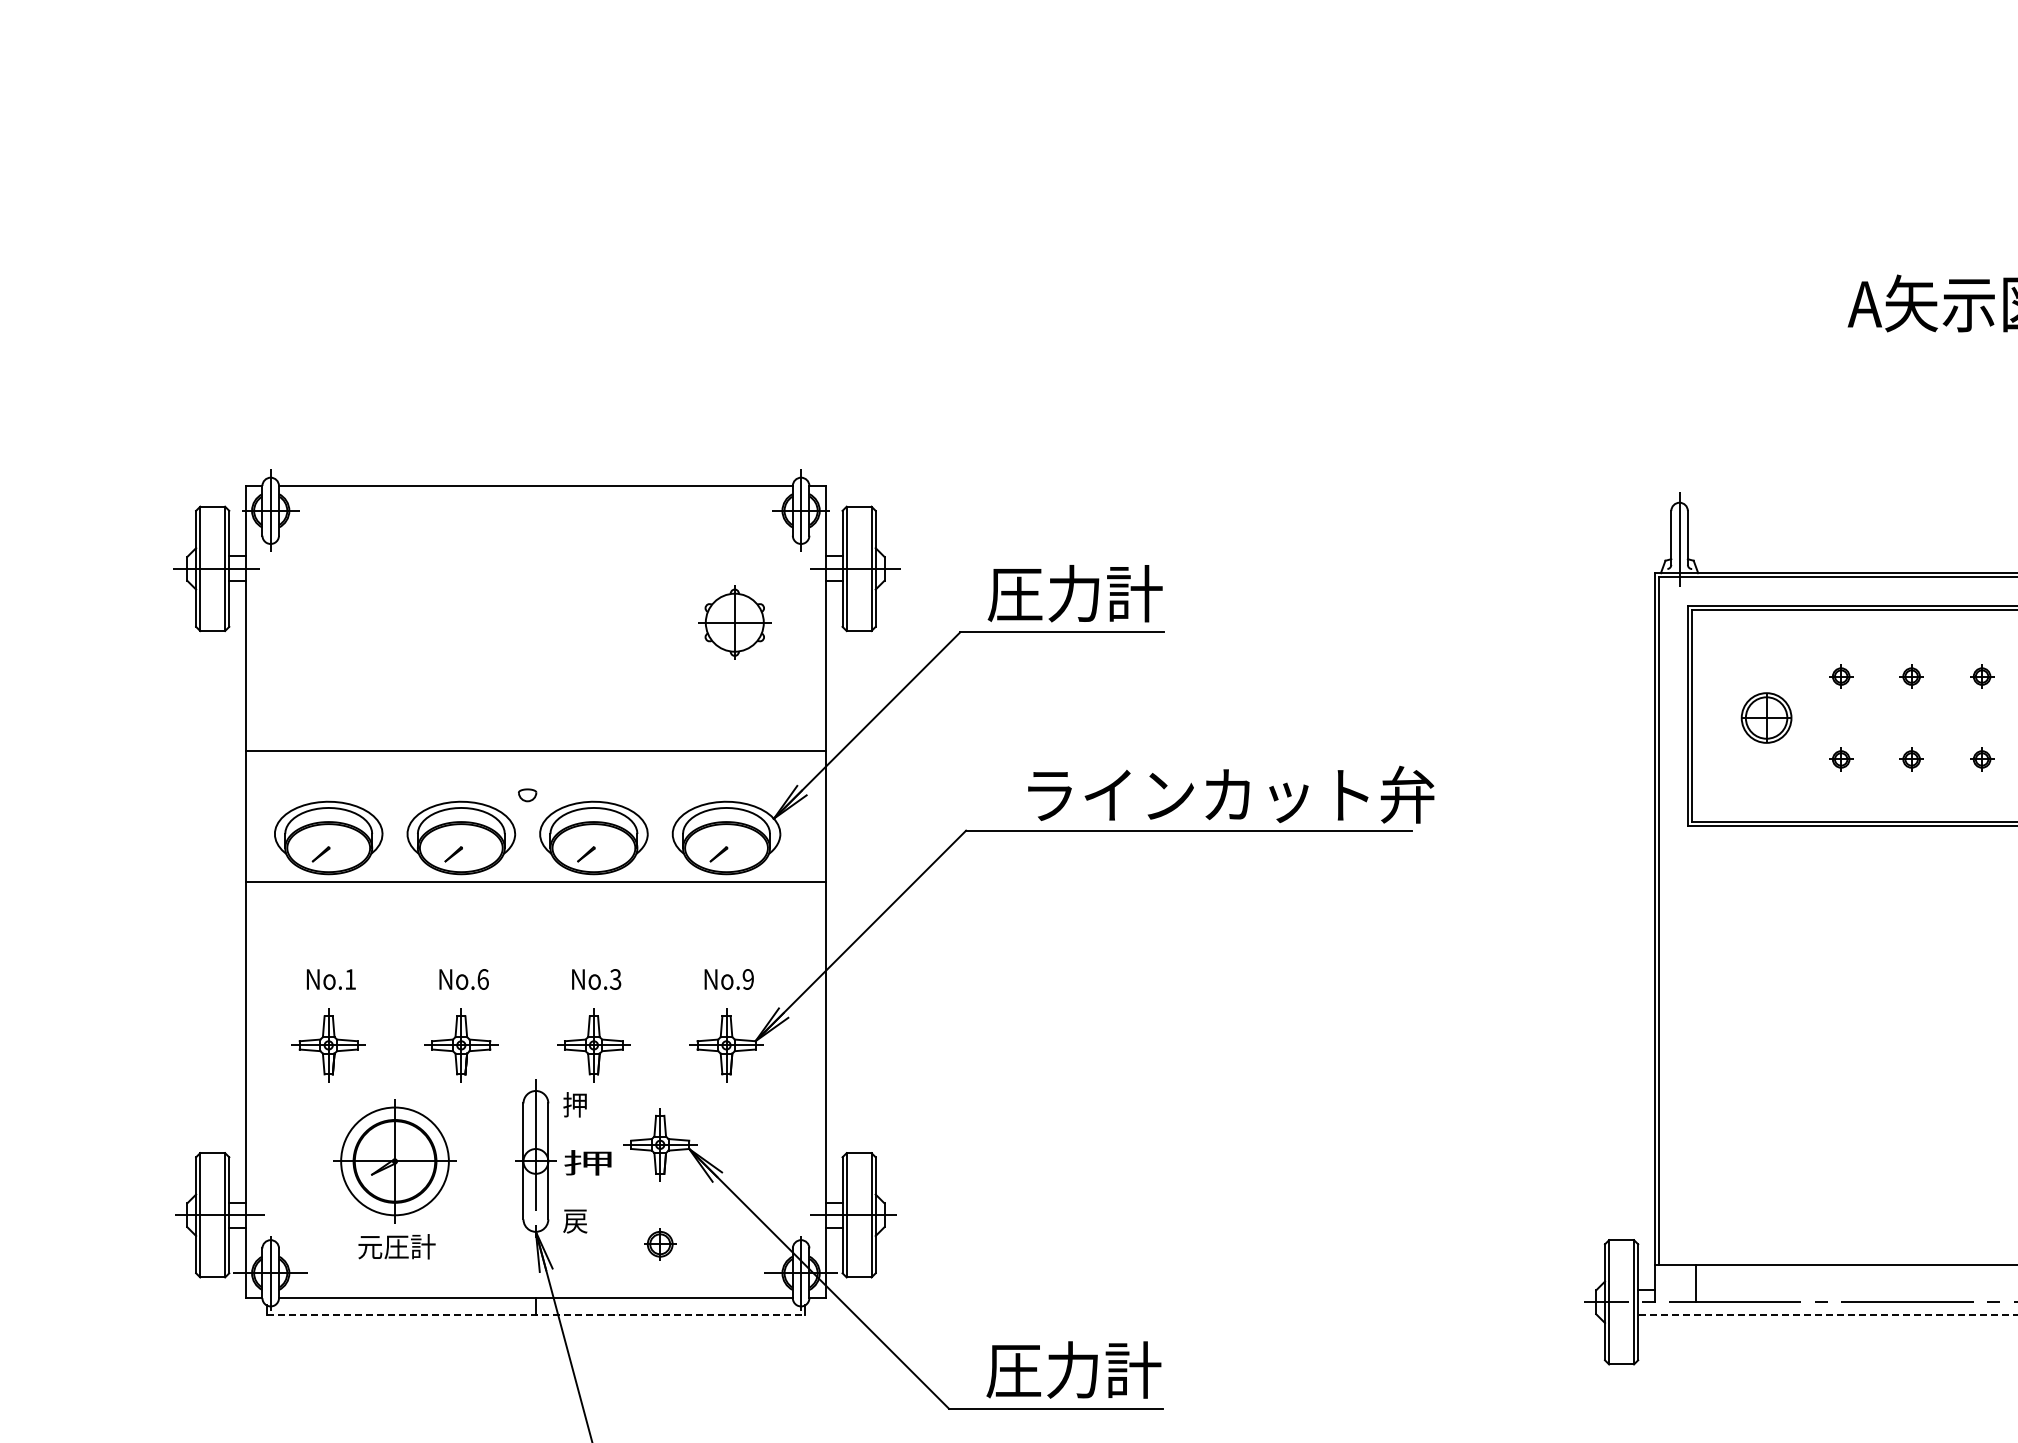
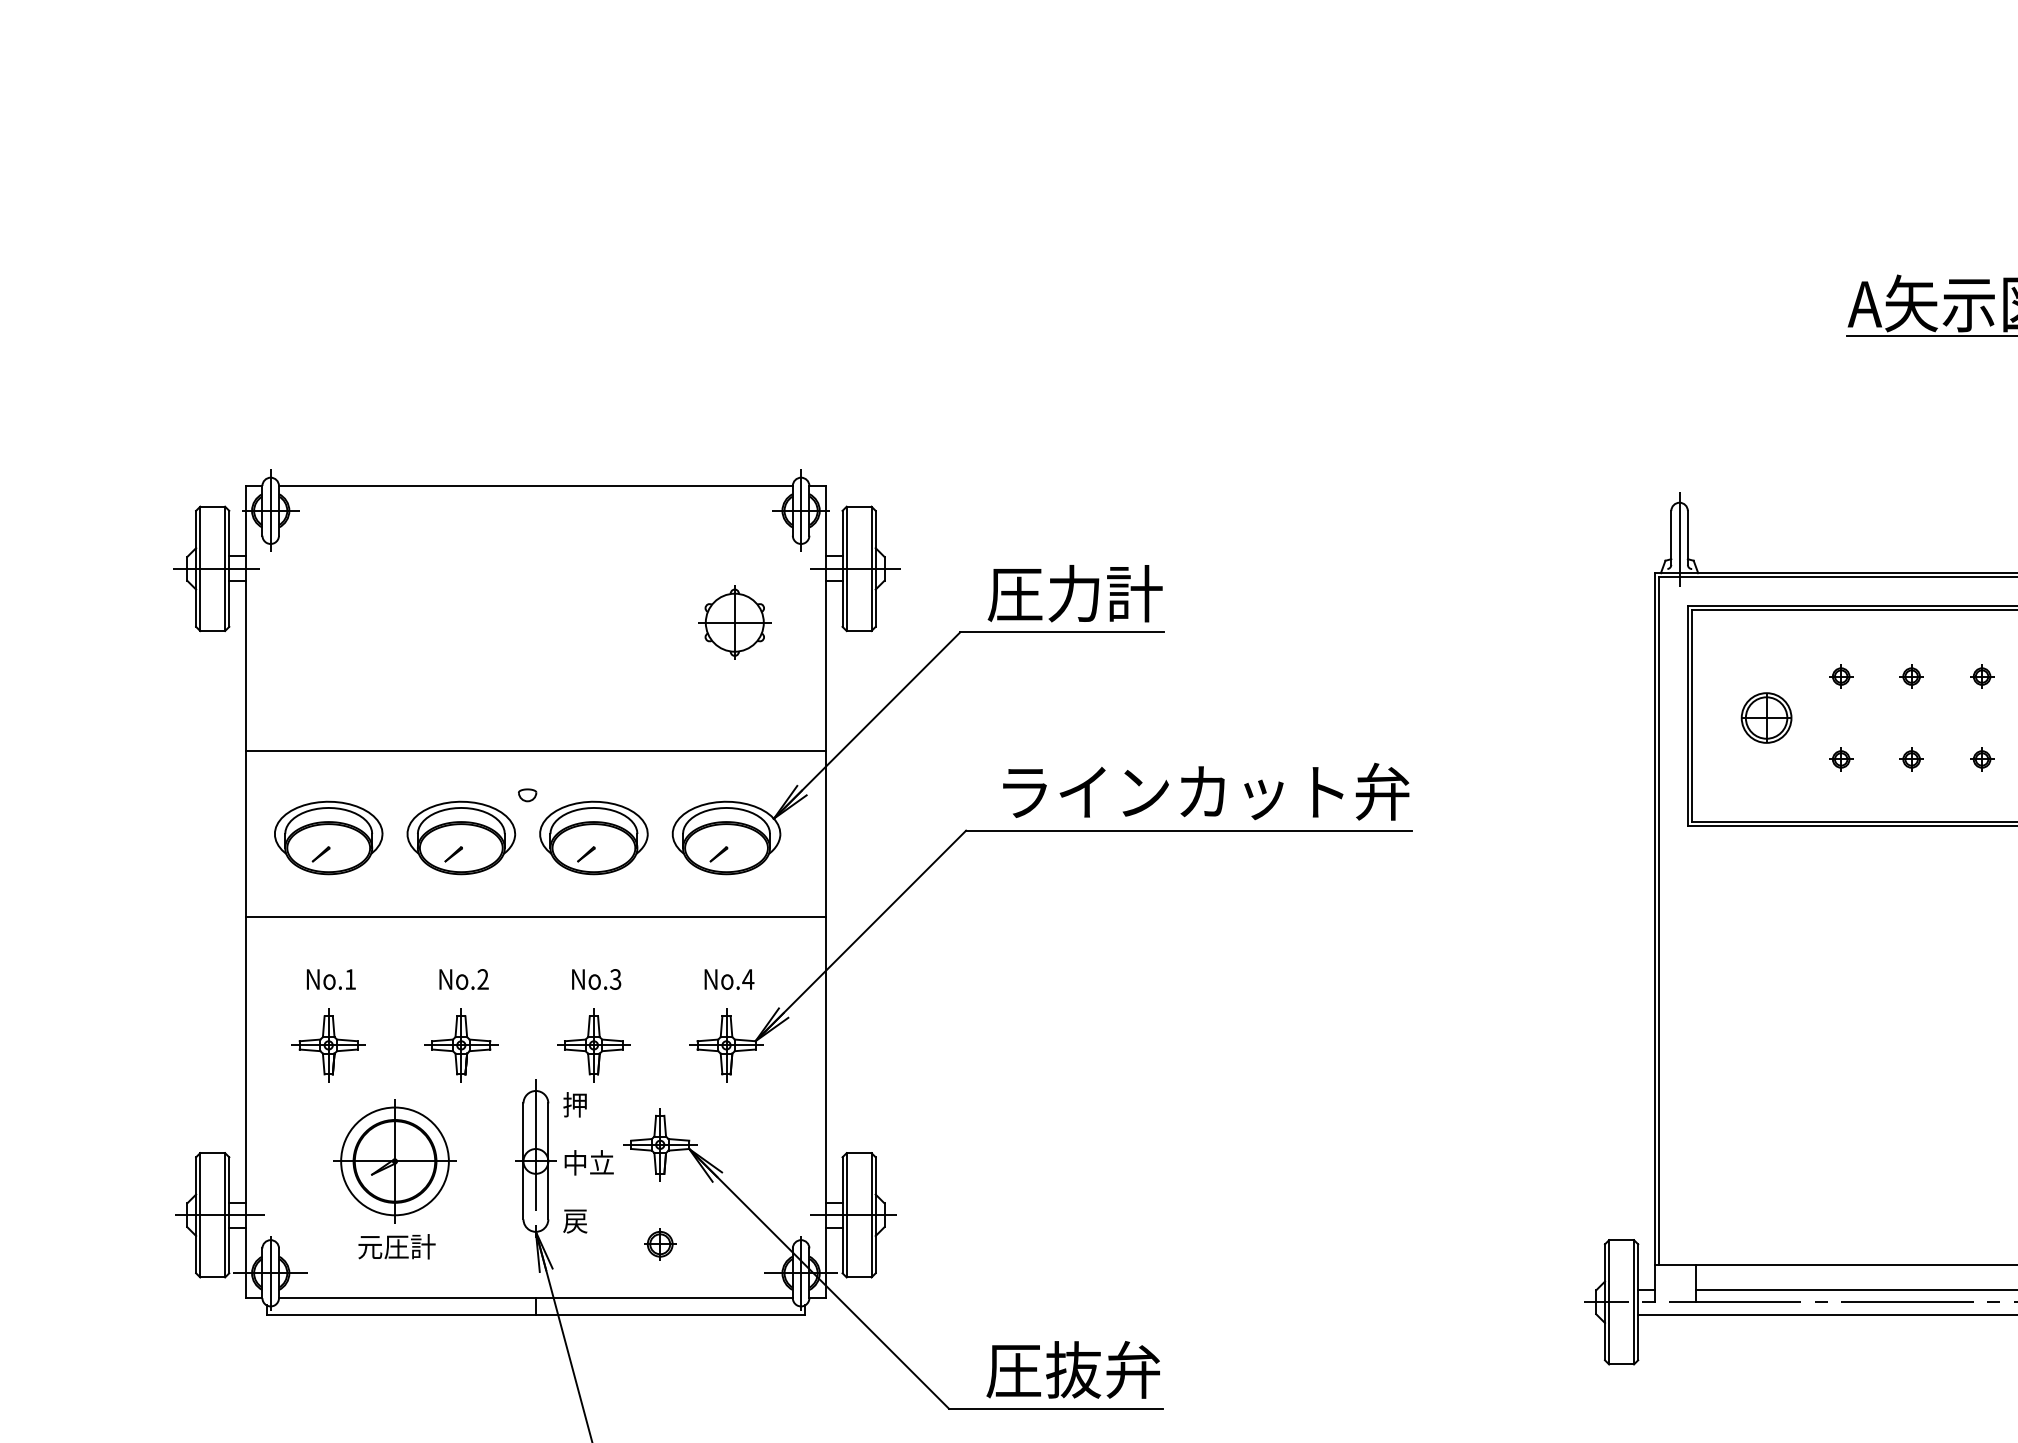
line at (1930, 335): none -> present
text at (1231, 794) position: (1231, 794) -> (1206, 791)
line at (535, 881) position: (535, 881) -> (535, 916)
text at (482, 979): No.6 -> No.2
text at (748, 979): No.9 -> No.4
text at (588, 1162): 押 -> 中立
line at (1855, 1289): none -> present
line at (536, 1314): dashed -> solid
line at (1827, 1314): dashed -> solid
text at (1103, 1369): 圧力計 -> 圧抜弁
